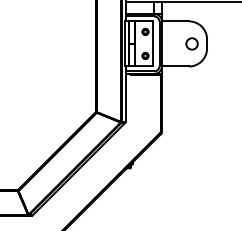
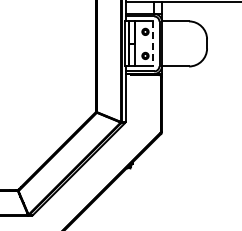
line at (153, 43): solid -> dashed
circle at (191, 43): present -> none
